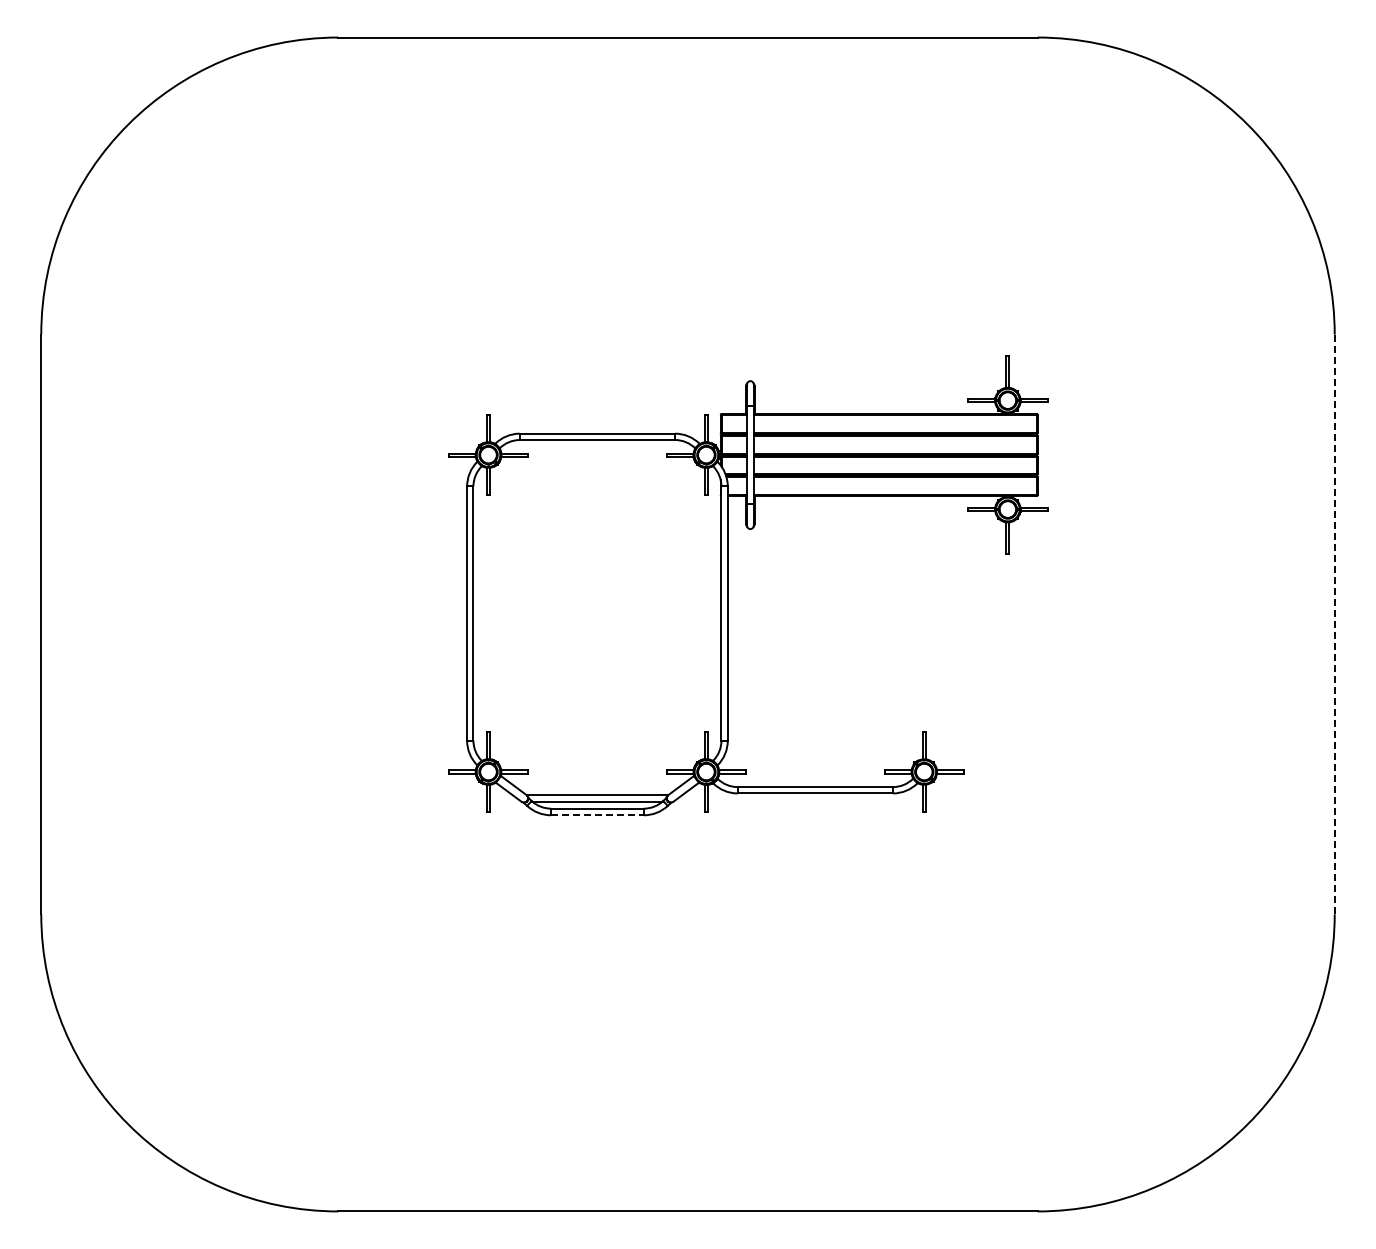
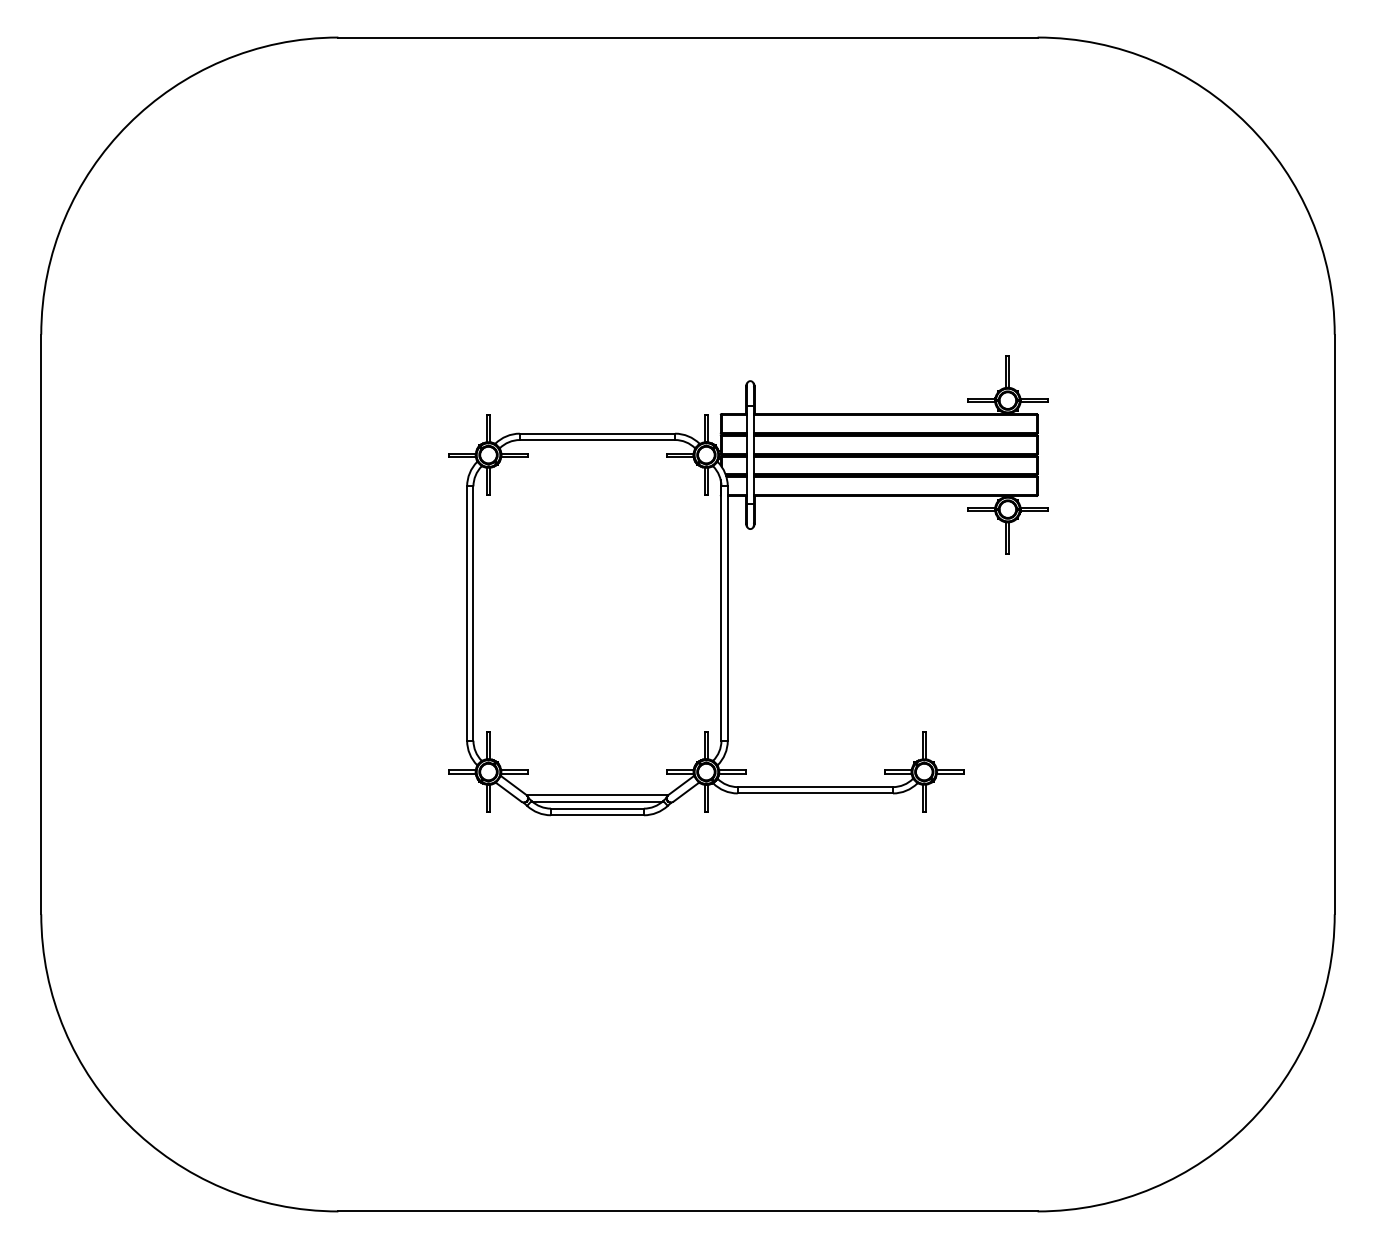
line at (1334, 624): dashed -> solid
line at (597, 815): dashed -> solid
